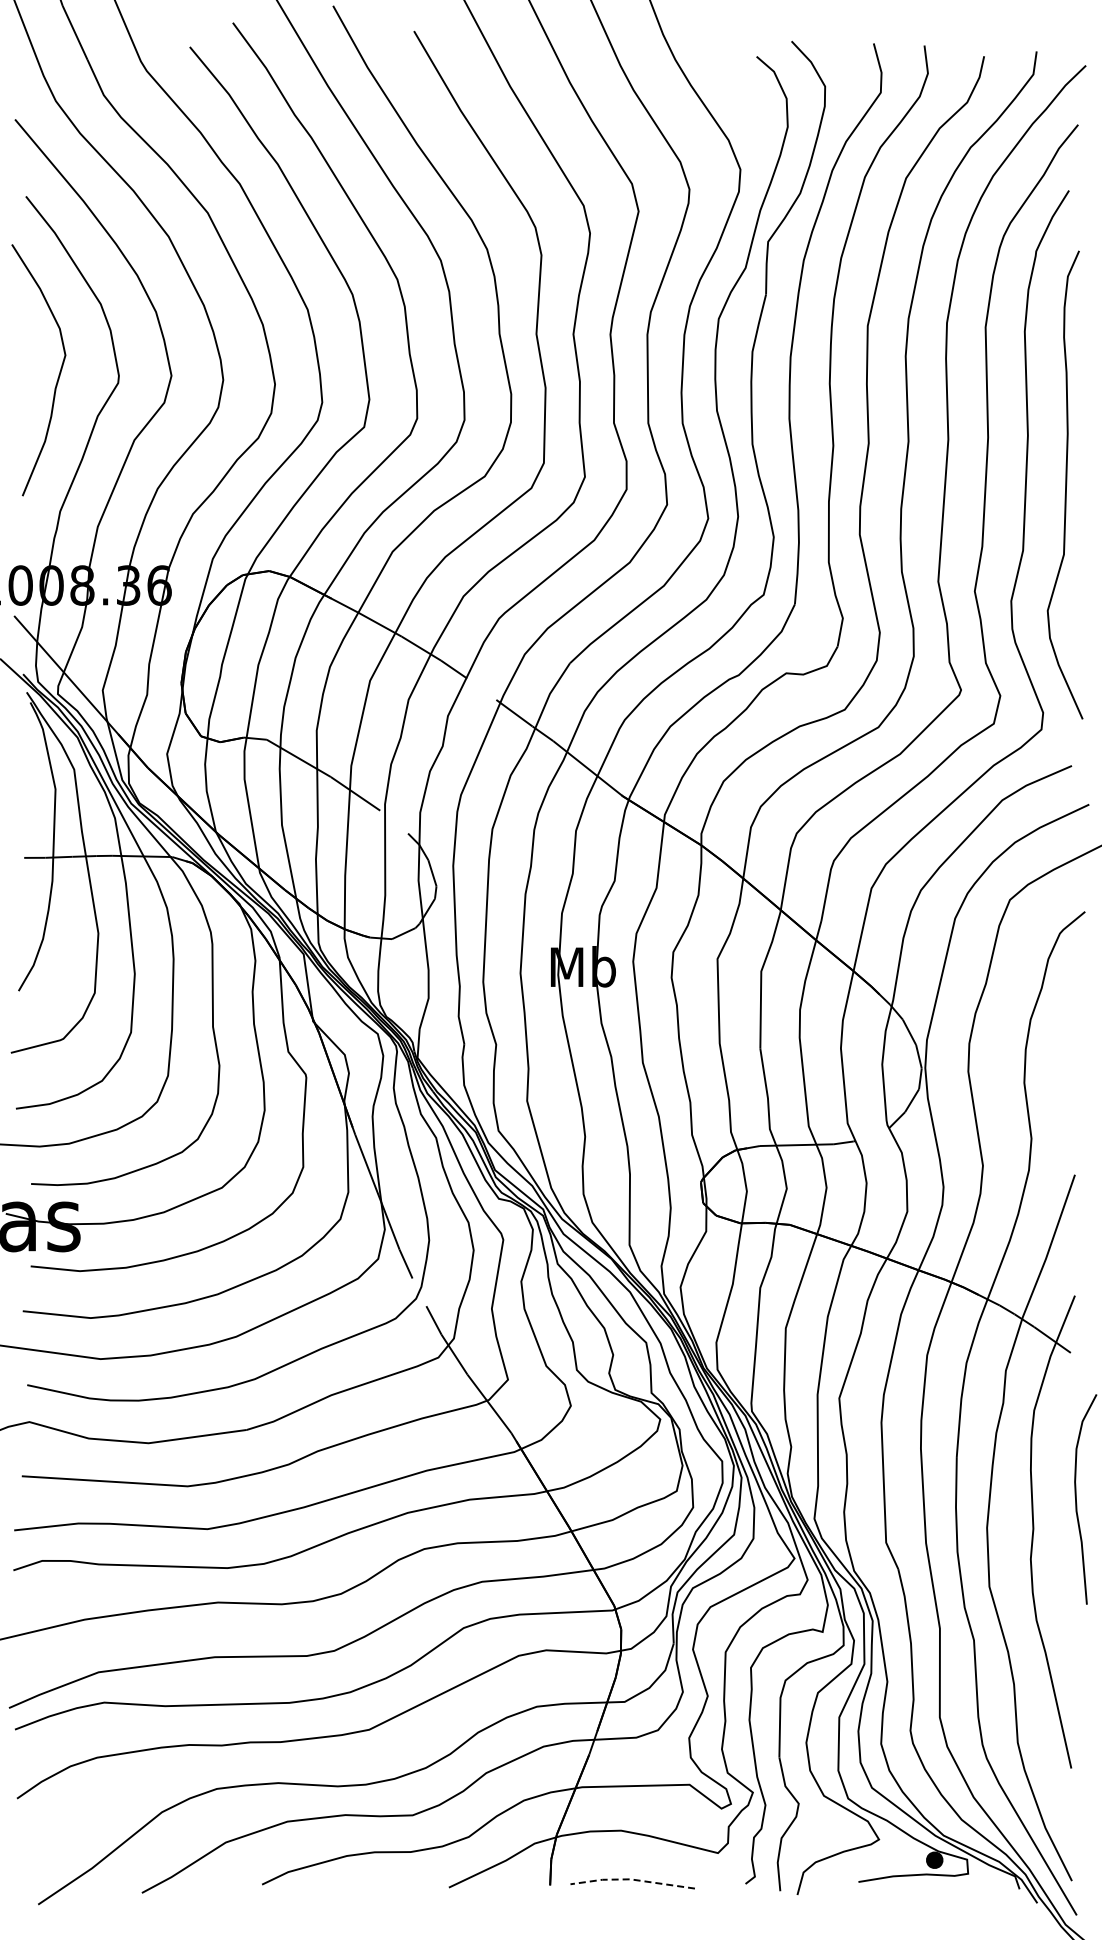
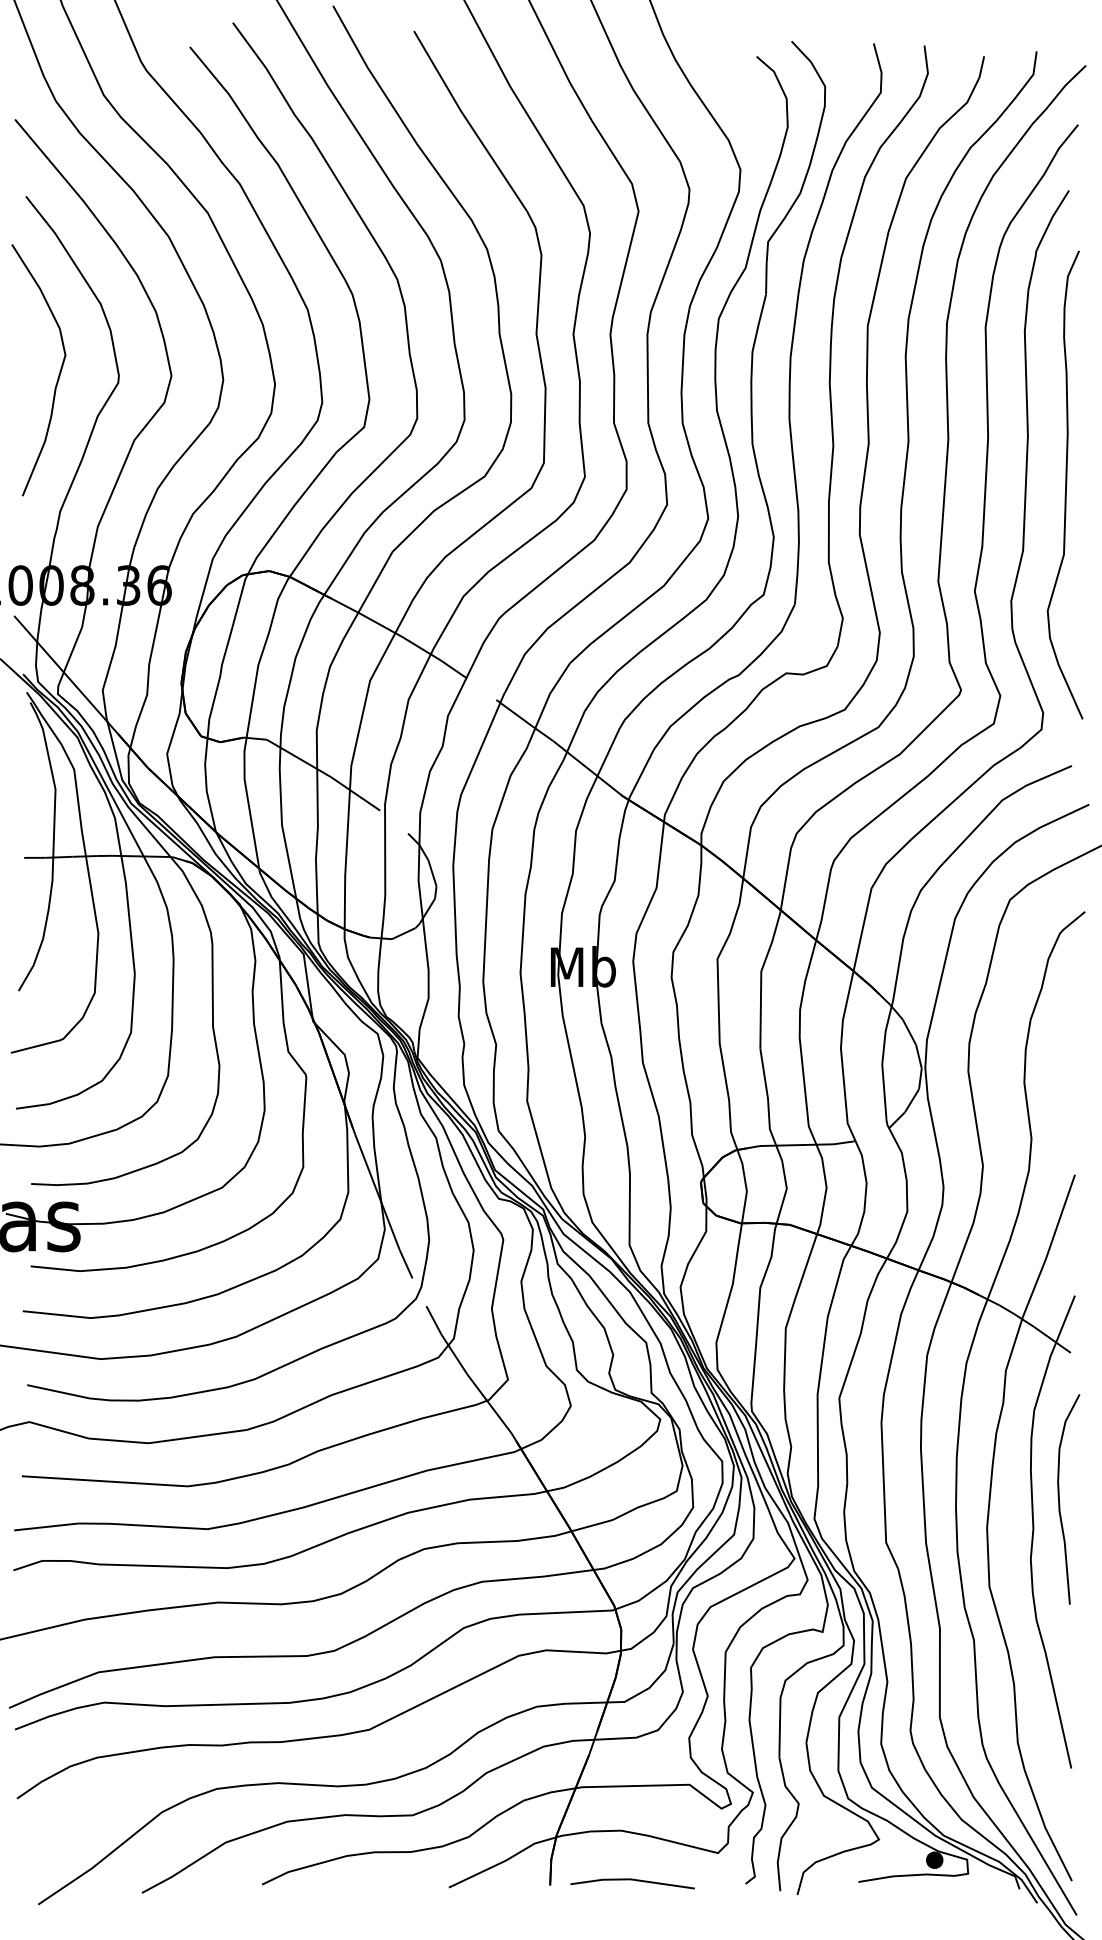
curve at (1077, 1503) position: (1077, 1503) -> (1060, 1503)
line at (631, 1879): dashed -> solid
